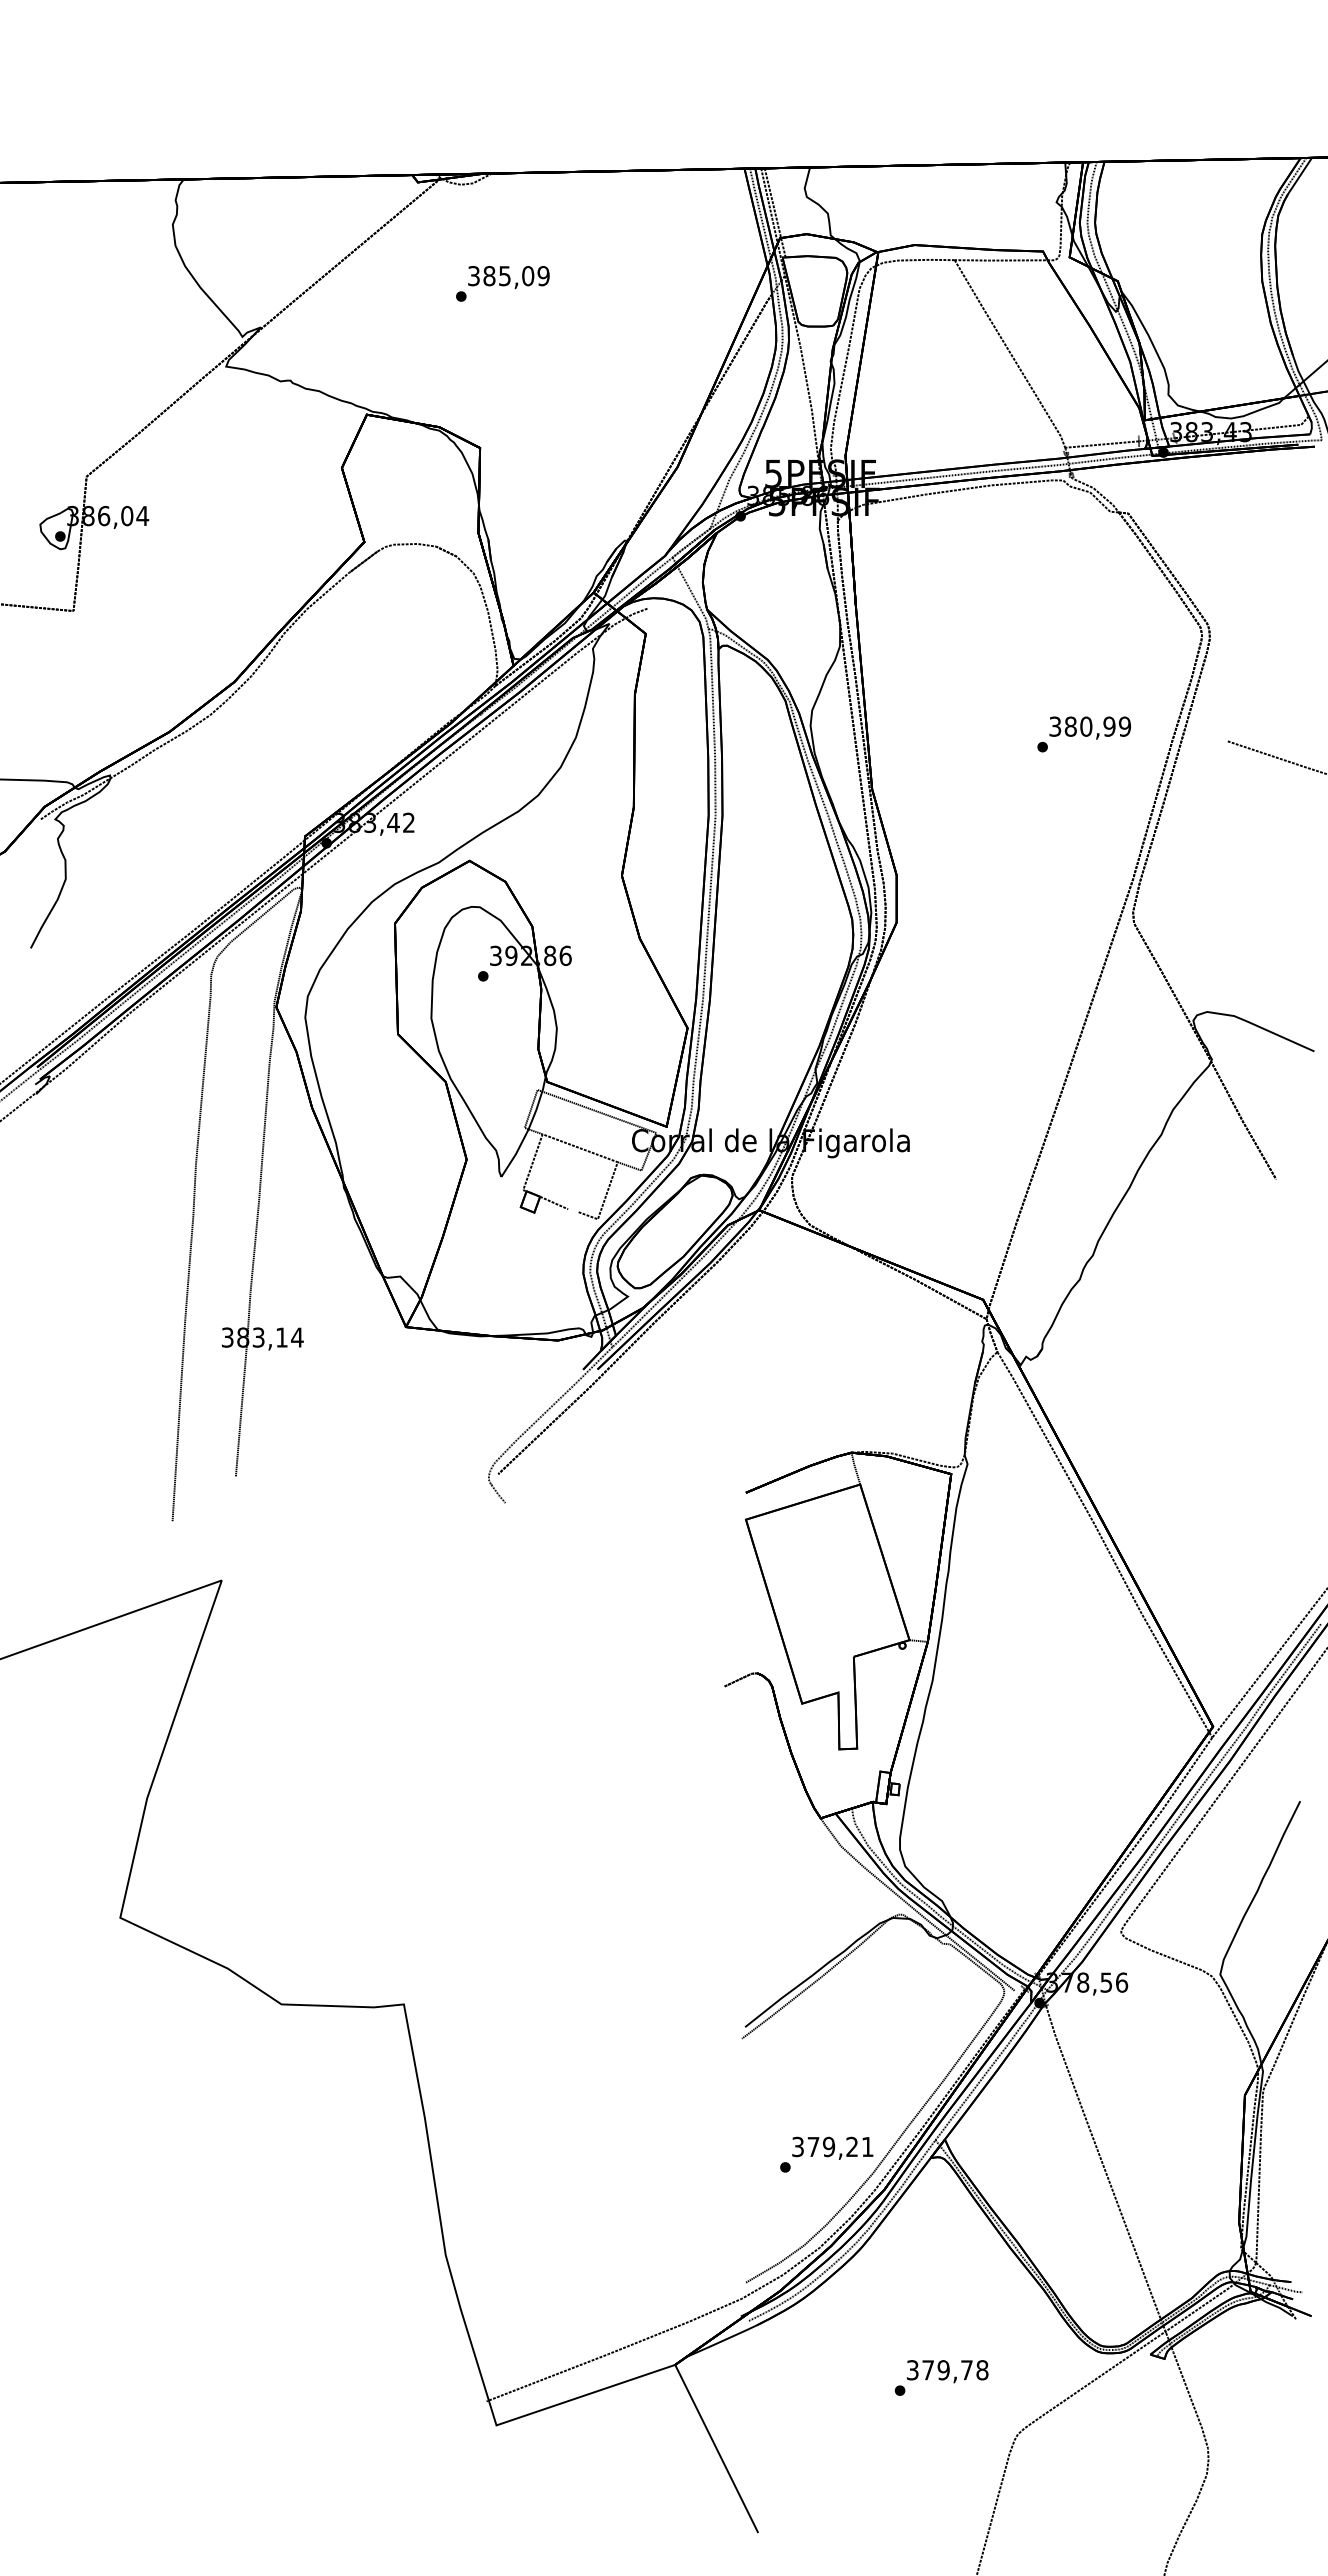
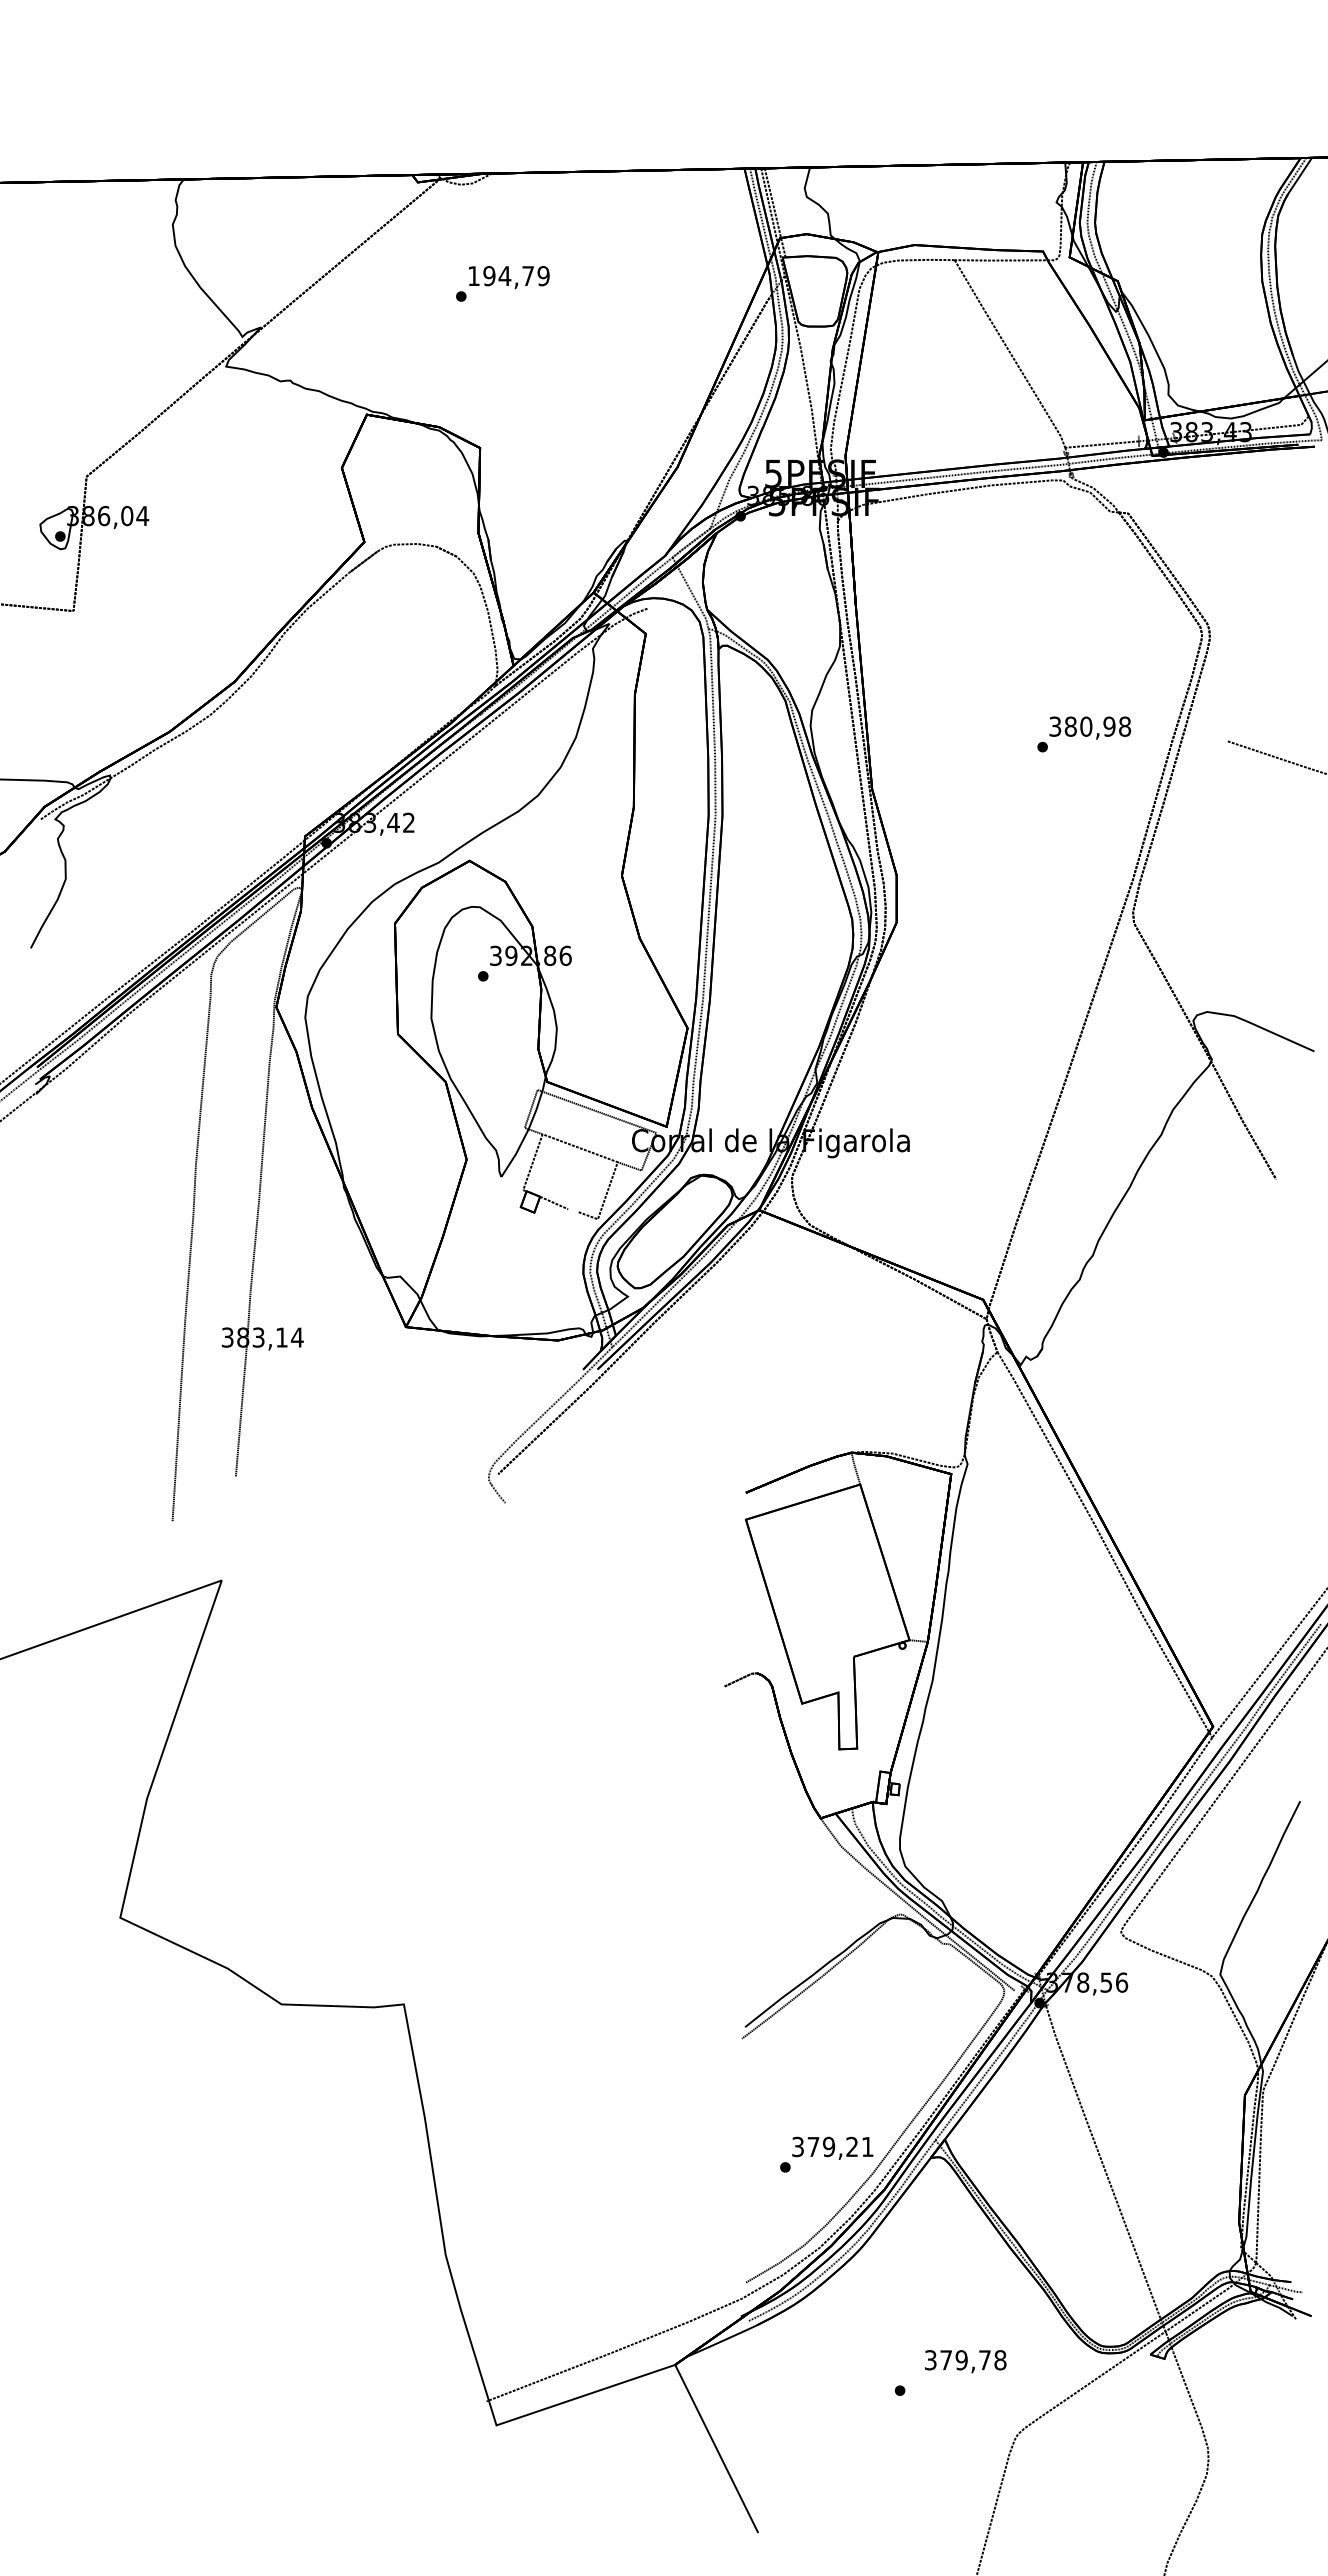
text at (501, 276): 385,09 -> 194,79
text at (1124, 726): 380,99 -> 380,98
text at (947, 2371) position: (947, 2371) -> (965, 2361)
